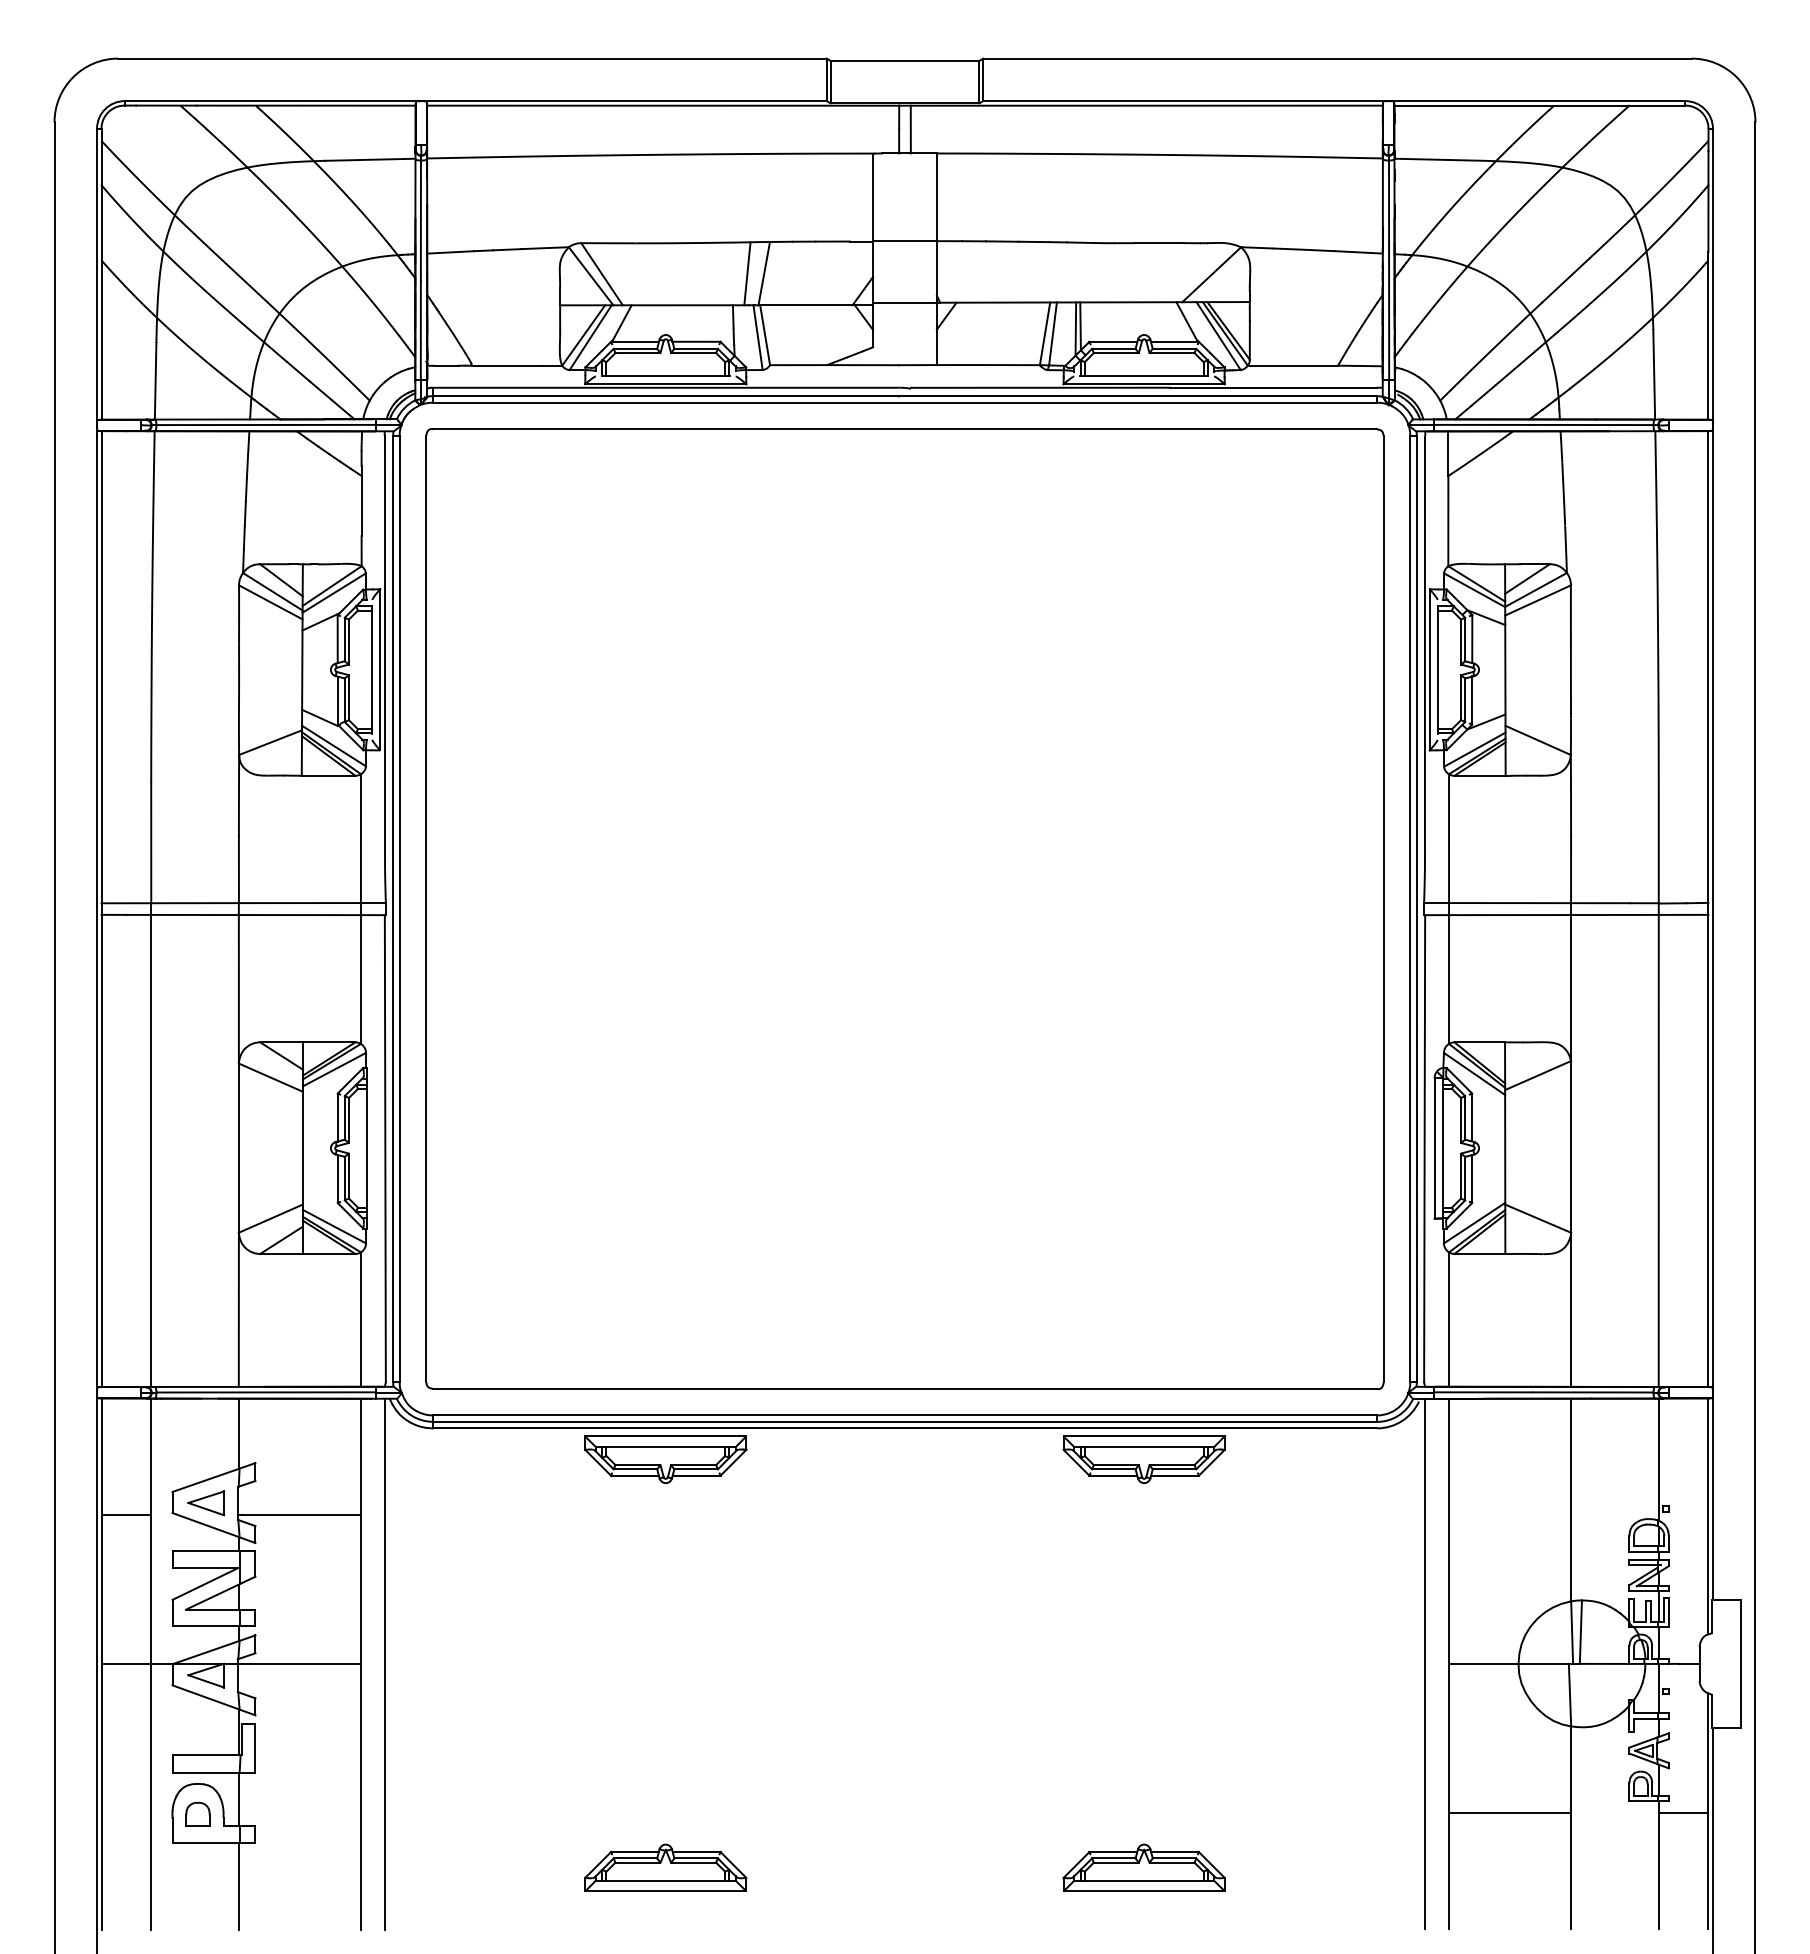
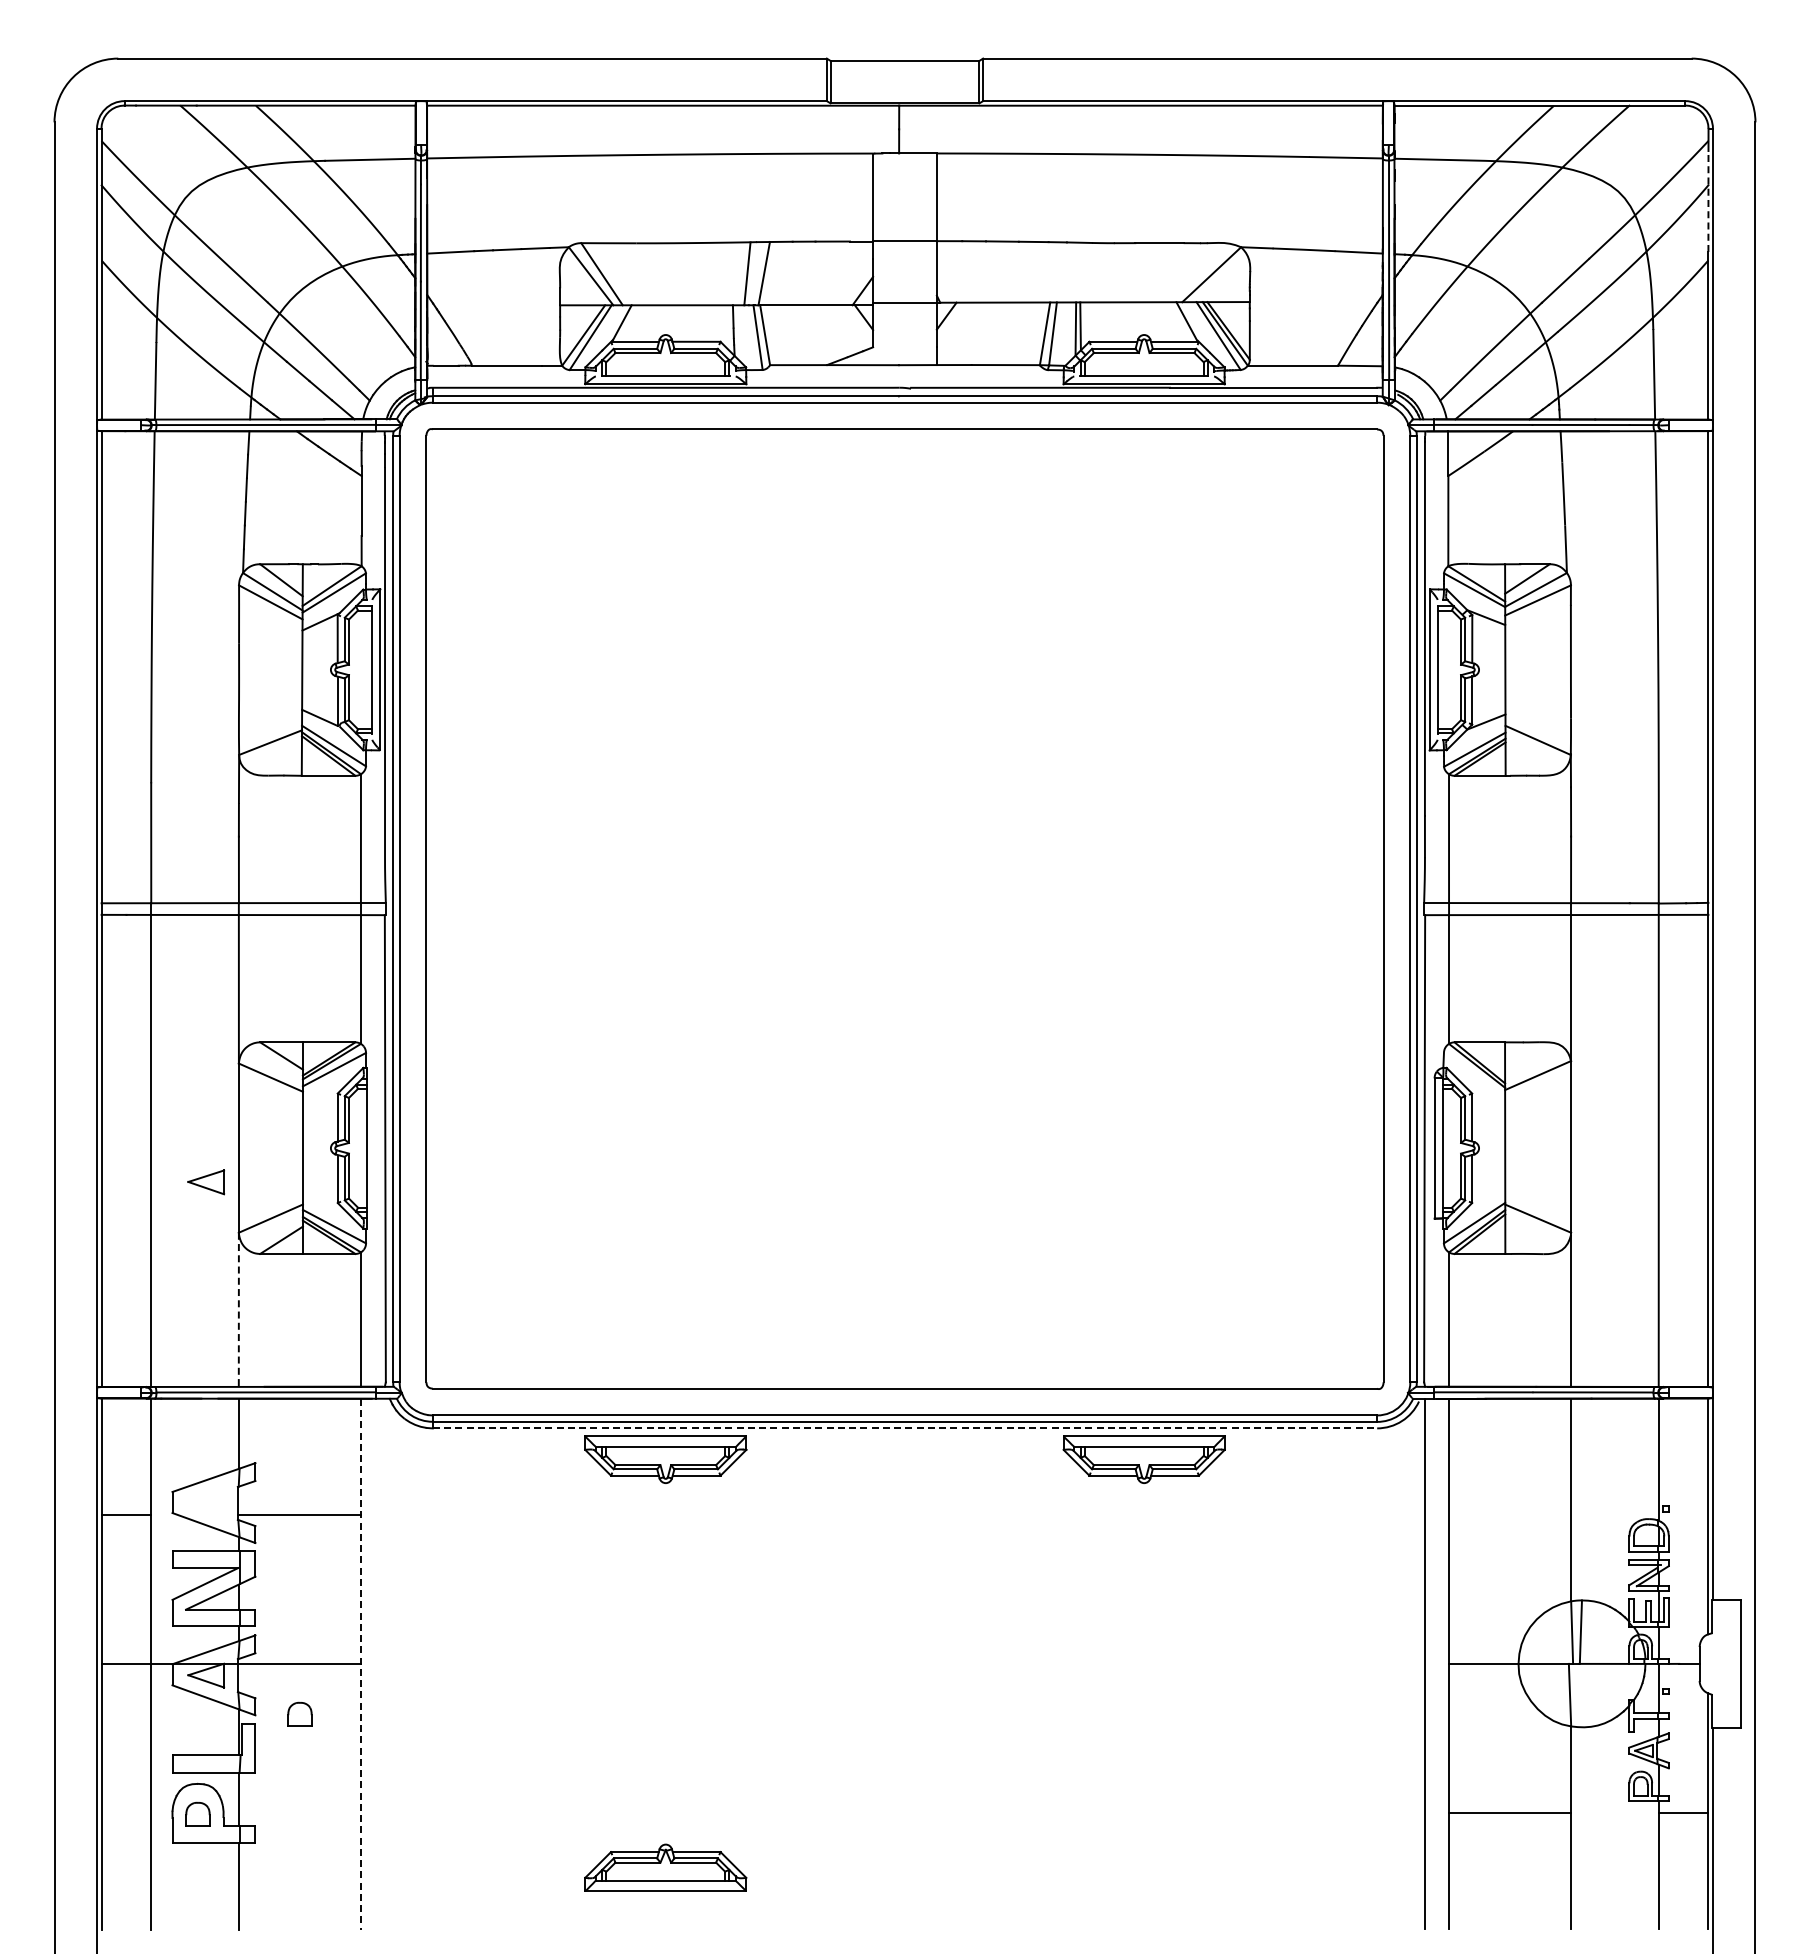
line at (910, 129): present -> none
line at (1708, 201): solid -> dashed
line at (1474, 1073): present -> none
line at (238, 1310): solid -> dashed
line at (905, 1428): solid -> dashed
part at (205, 1503) position: (205, 1503) -> (205, 1182)
line at (385, 1663): present -> none
line at (360, 1664): solid -> dashed
part at (299, 1713): none -> present
part at (1143, 1867): present -> none
